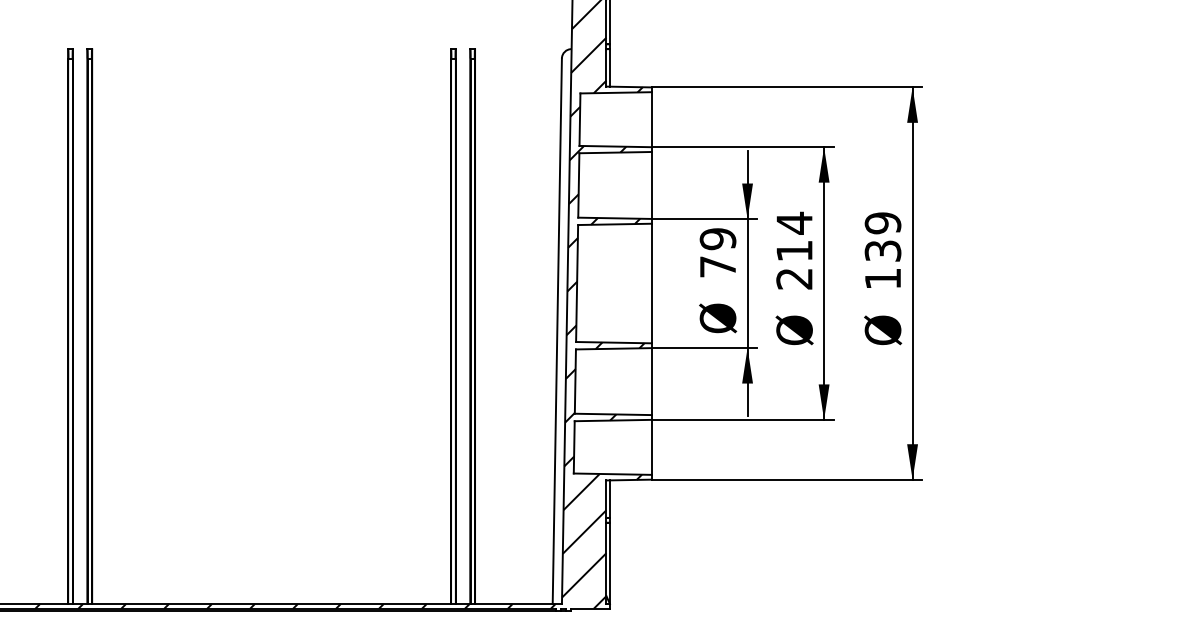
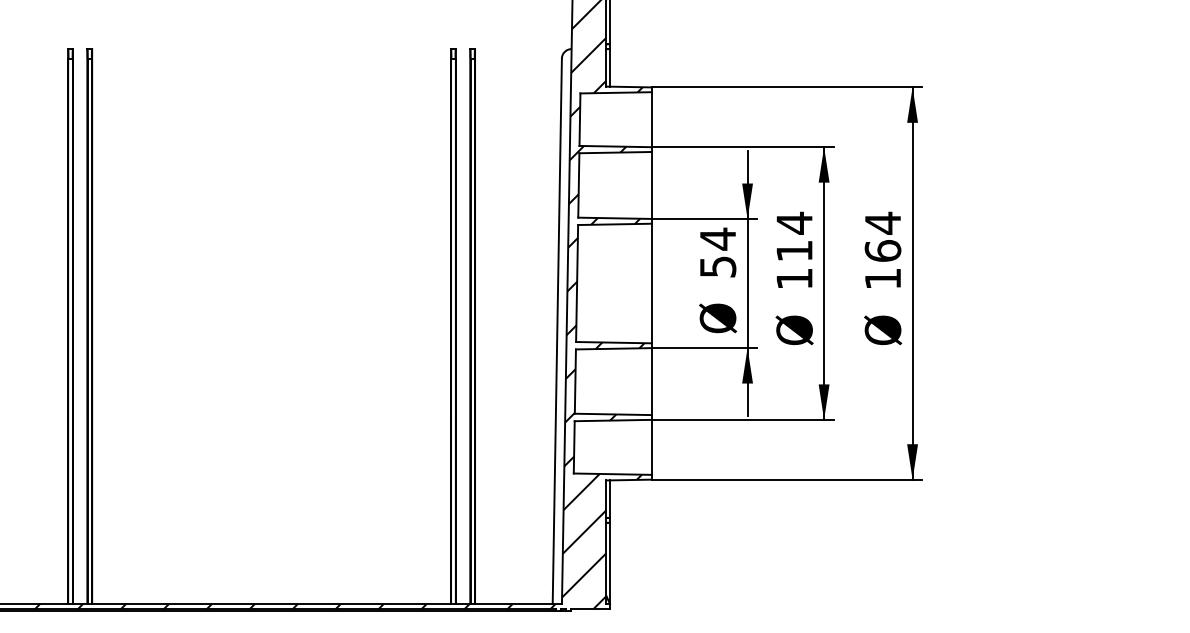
text at (882, 236): 139 -> 164
text at (717, 252): 79 -> 54
text at (794, 279): 214 -> 114
